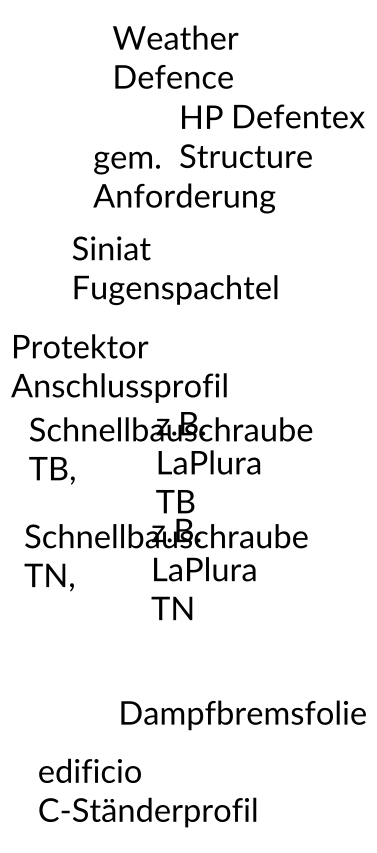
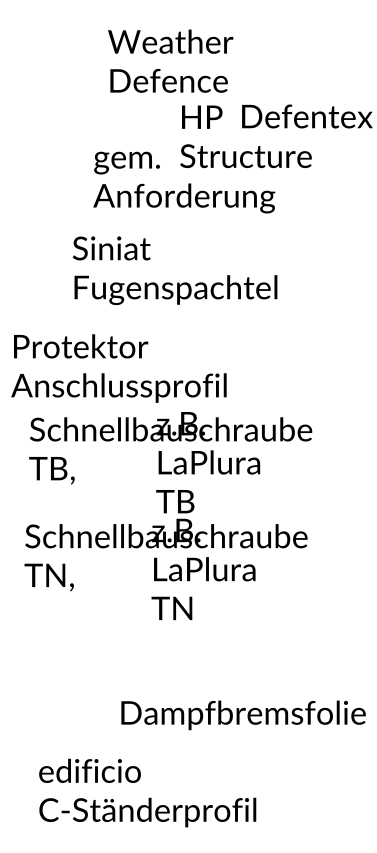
text at (175, 56) position: (175, 56) -> (170, 60)
text at (299, 116) position: (299, 116) -> (307, 116)
